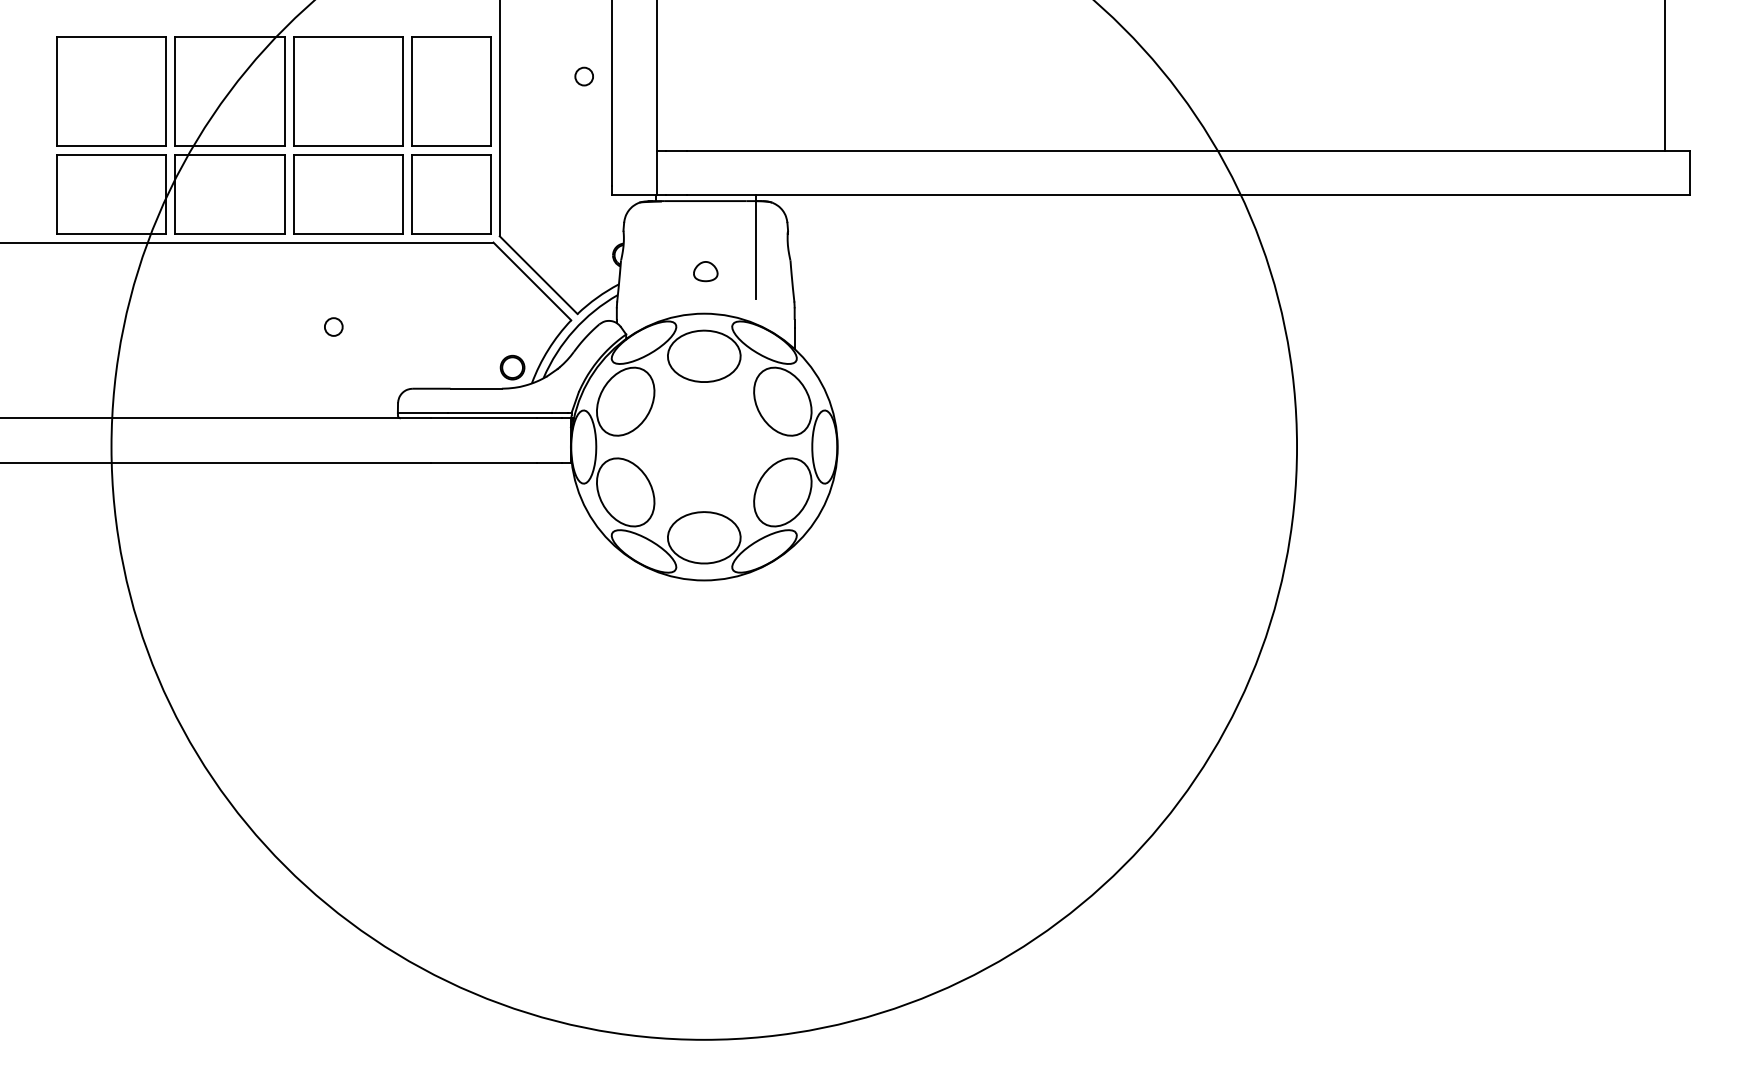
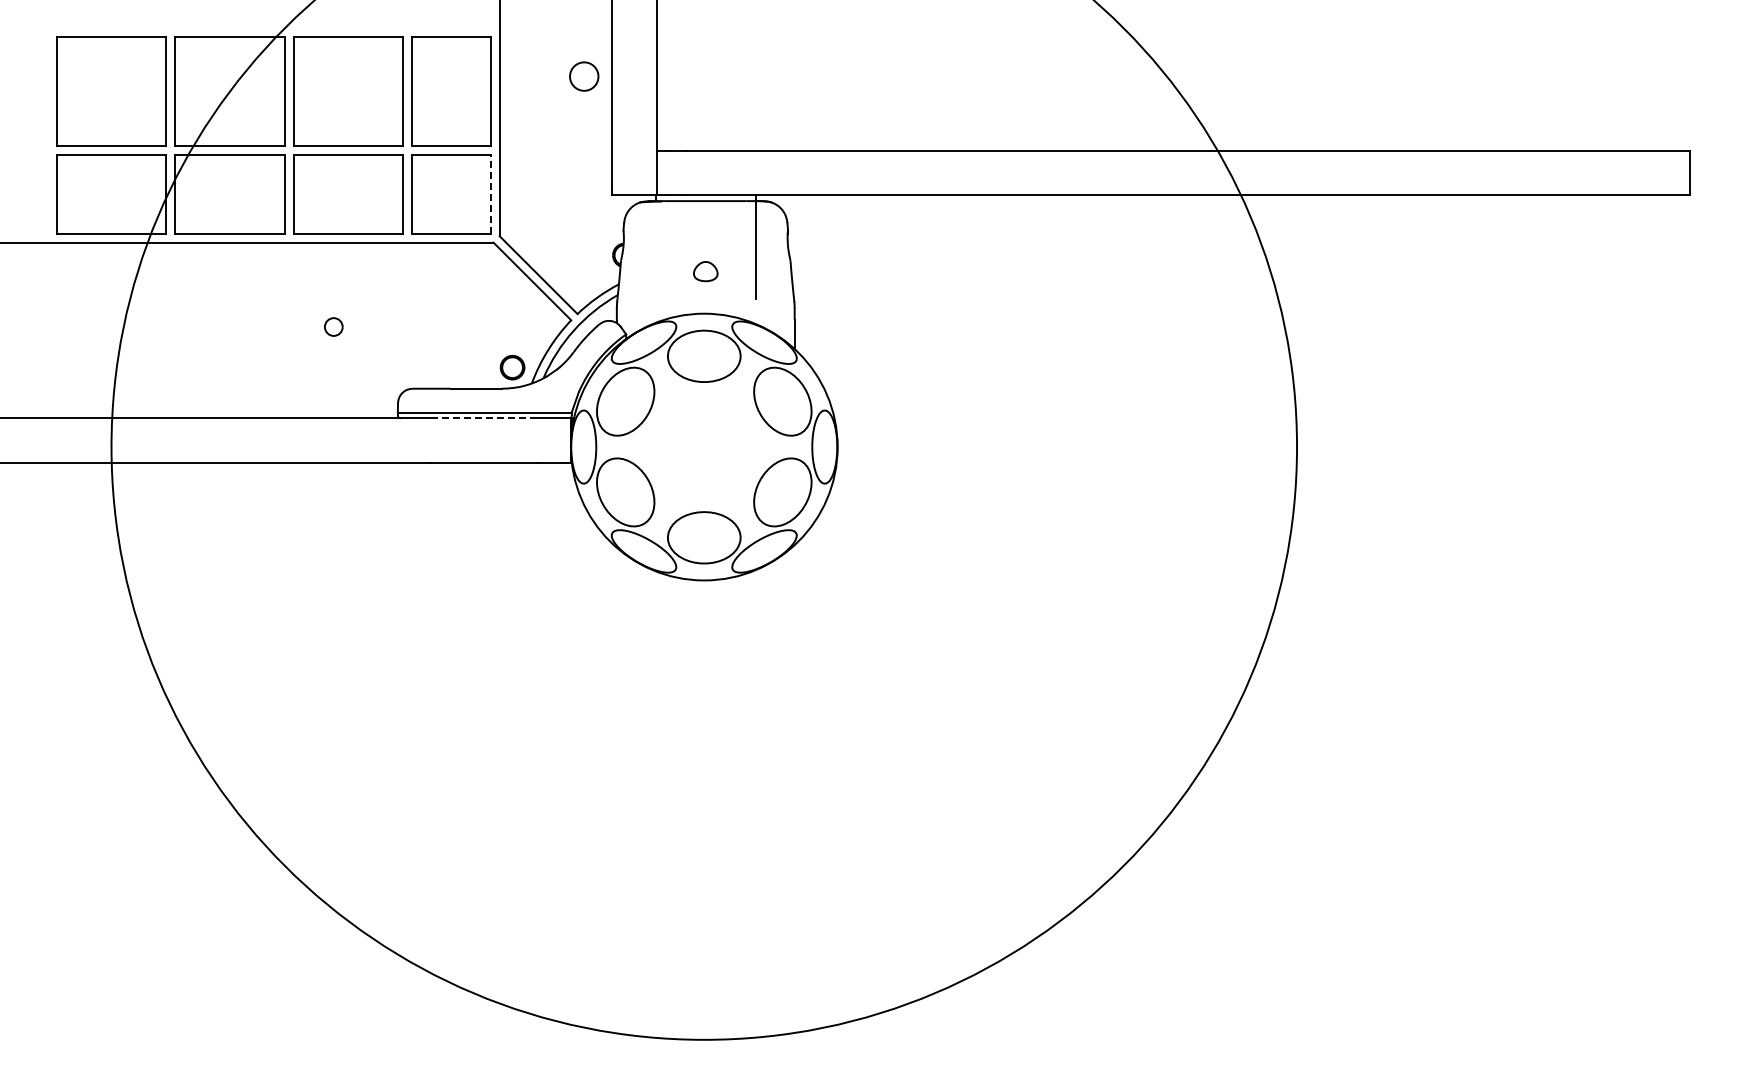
circle at (584, 76) diameter: 18 px -> 28 px
line at (1664, 76): present -> none
line at (490, 193): solid -> dashed
line at (484, 418): solid -> dashed
